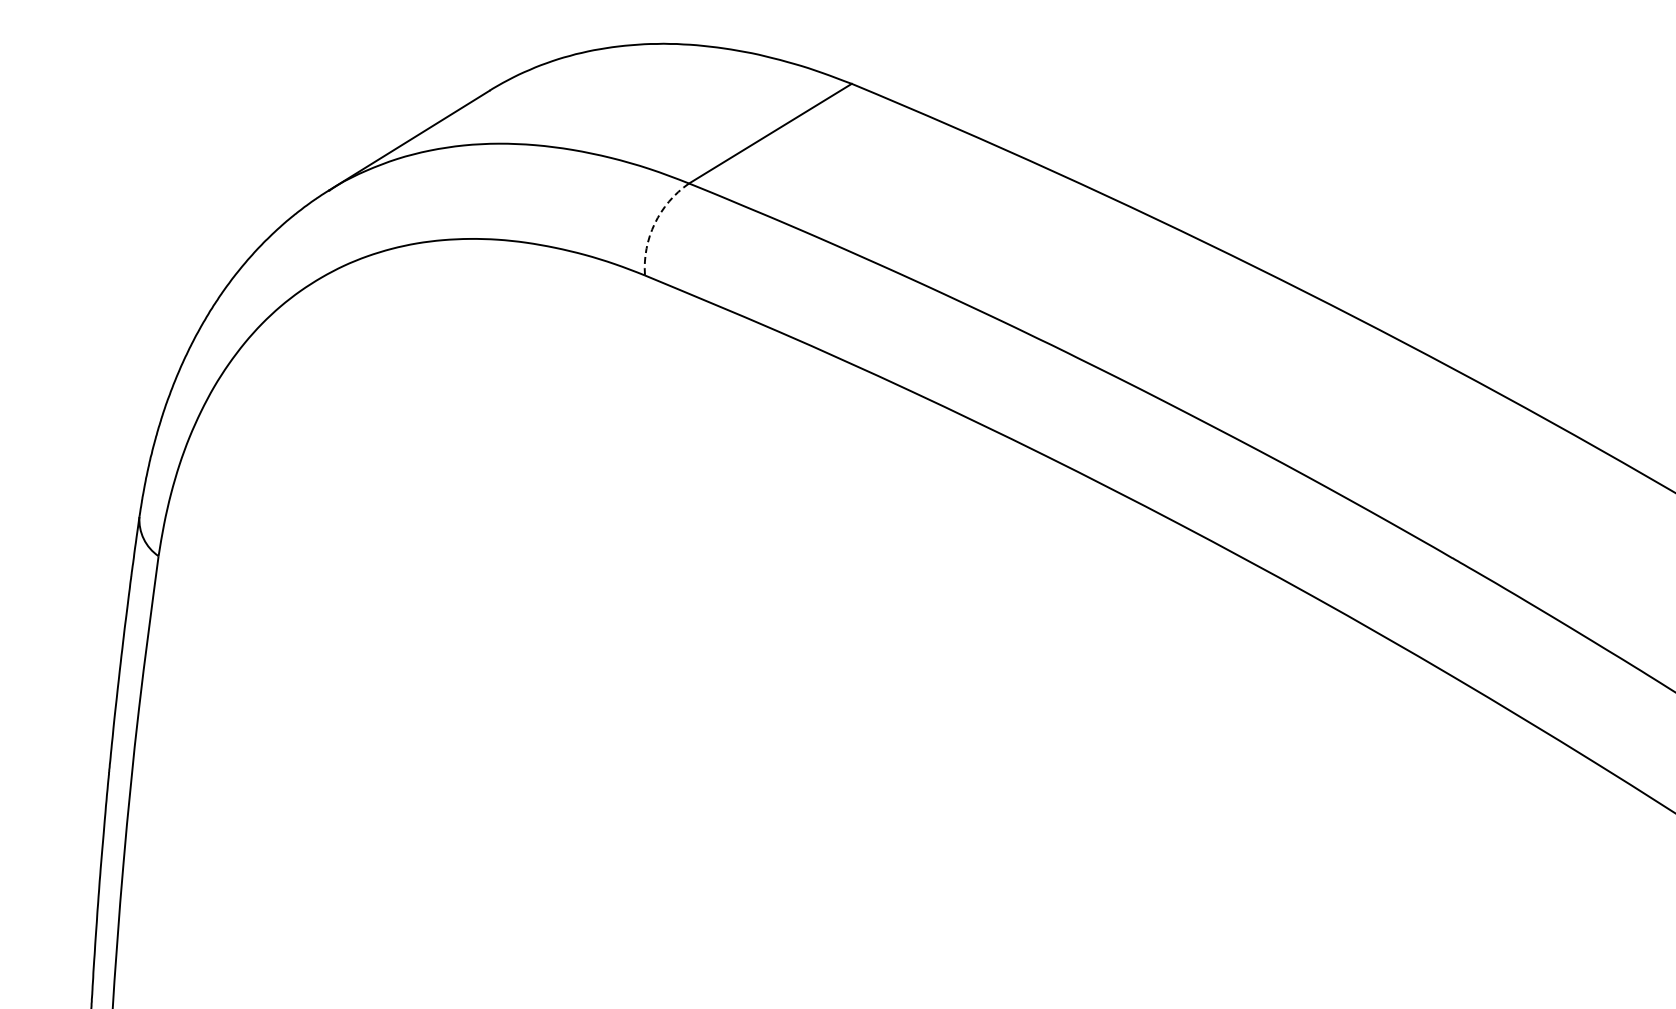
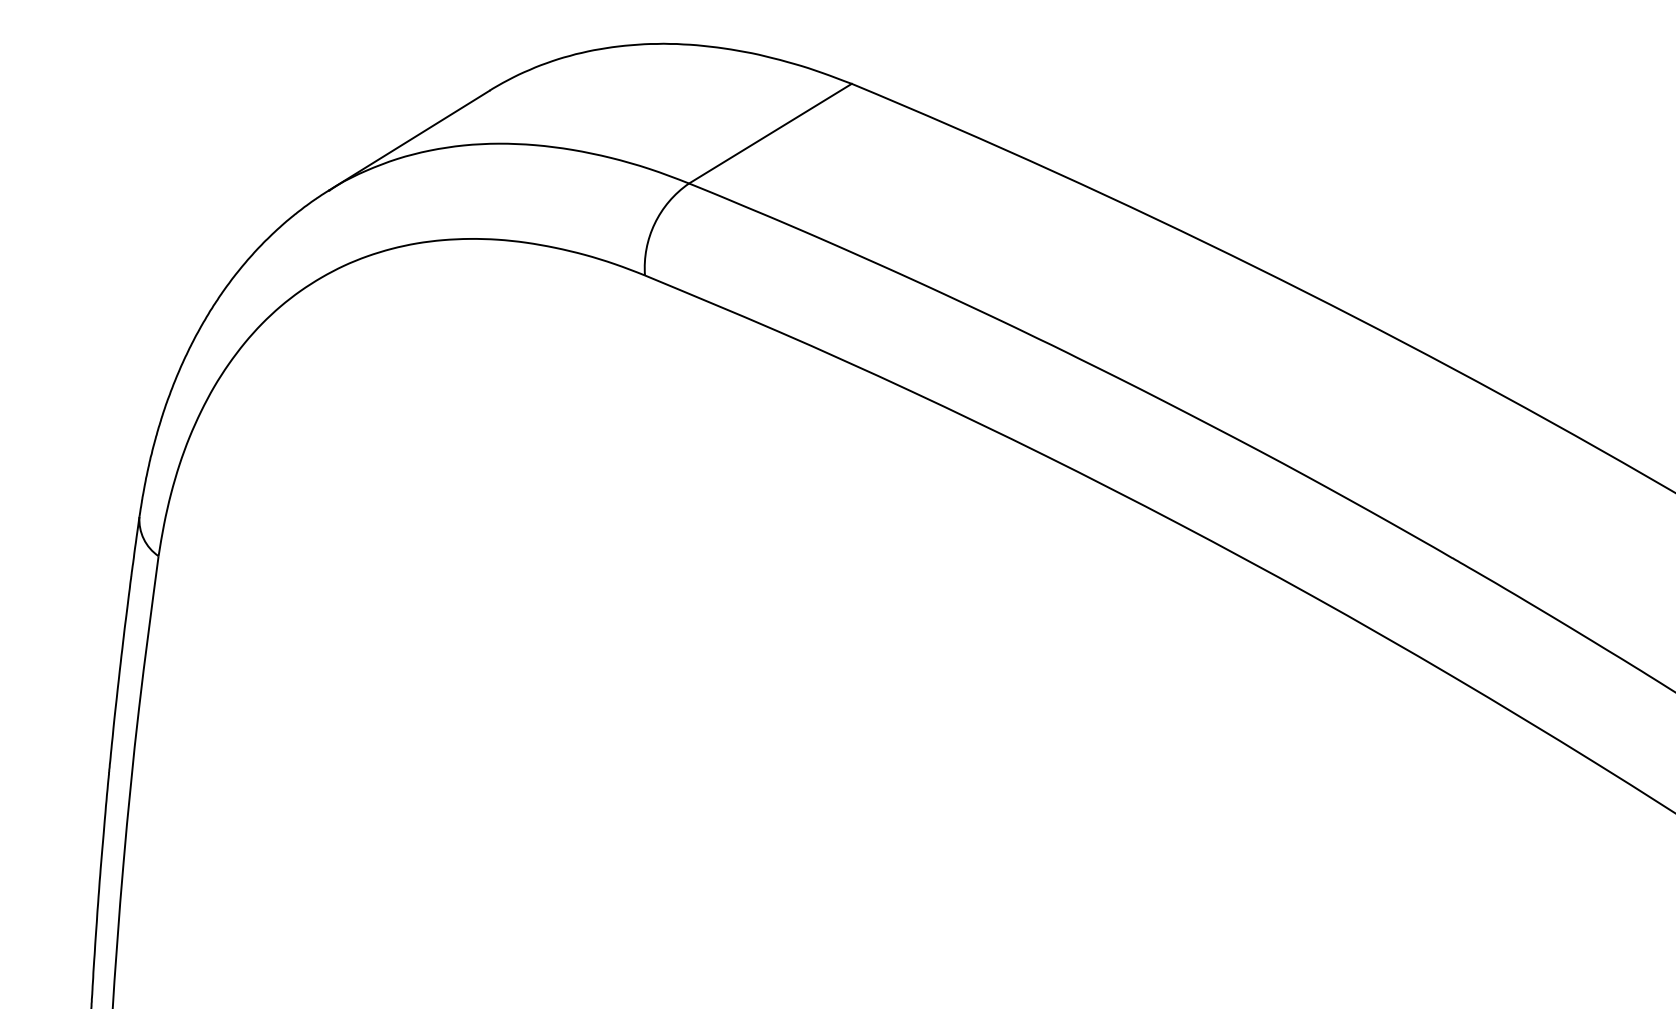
arc at (654, 223): dashed -> solid
